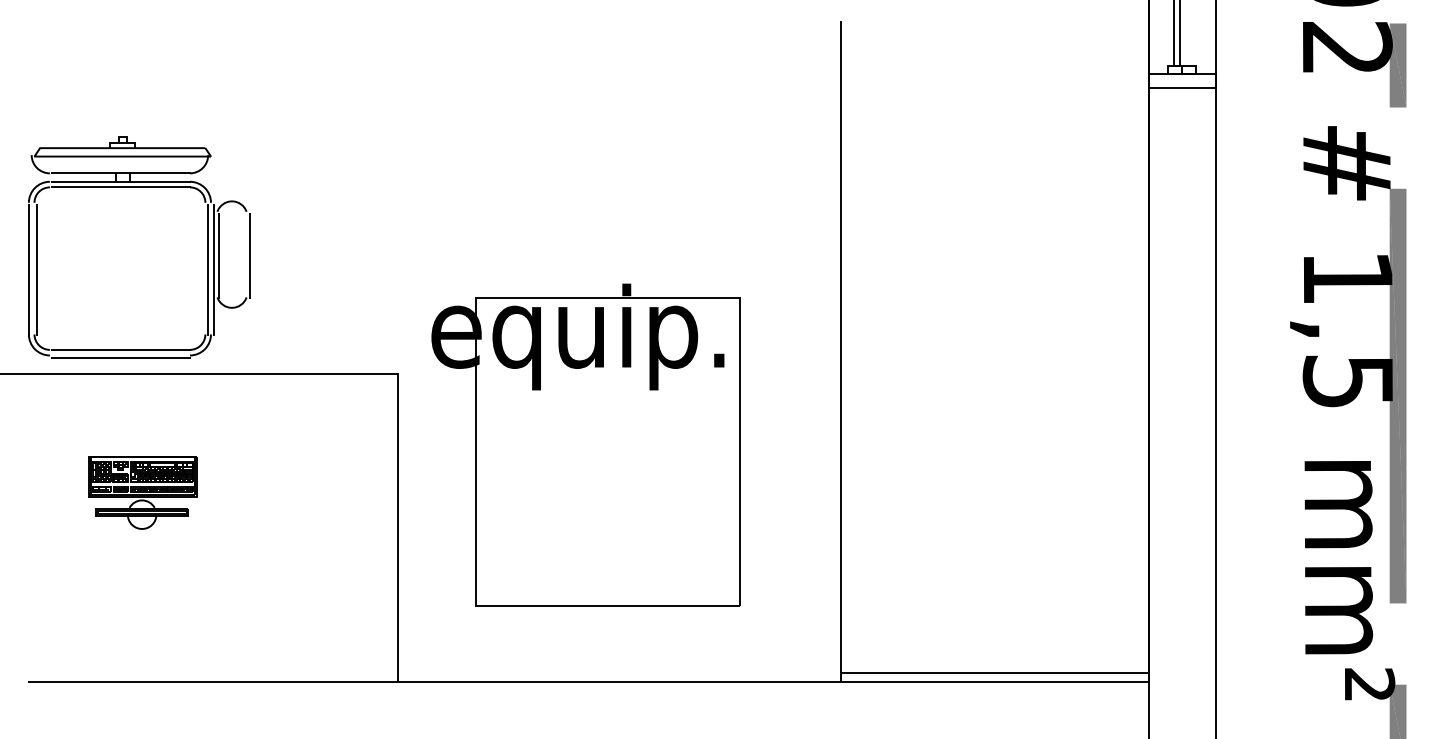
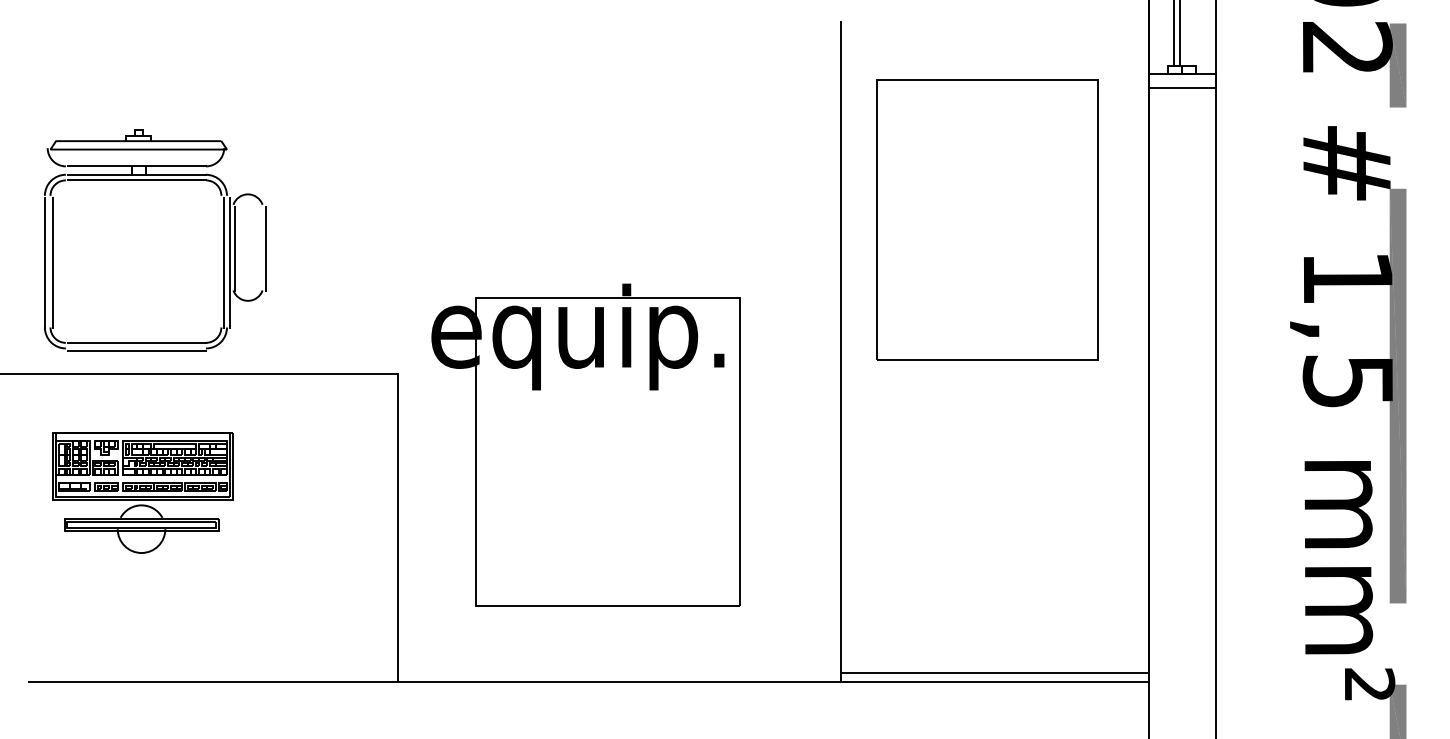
part at (139, 187) position: (139, 187) -> (155, 180)
part at (987, 219): none -> present
part at (142, 492) size: 110x74 px -> 182x122 px
